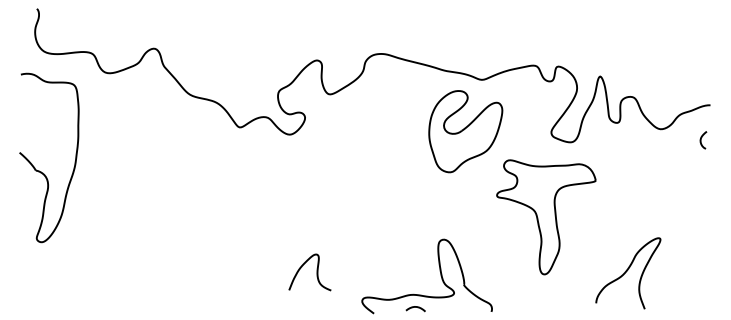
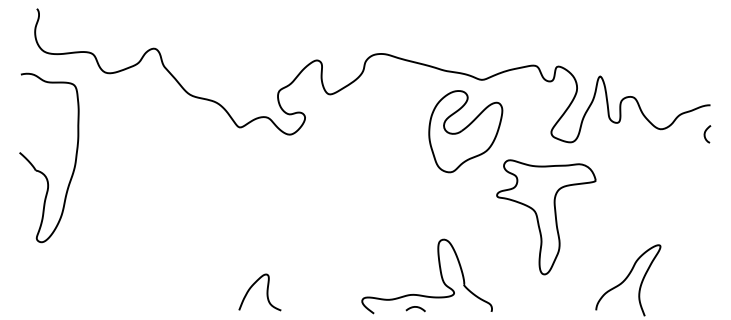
curve at (701, 140) position: (701, 140) -> (705, 134)
curve at (627, 271) position: (627, 271) -> (627, 278)
curve at (316, 272) position: (316, 272) -> (266, 292)
